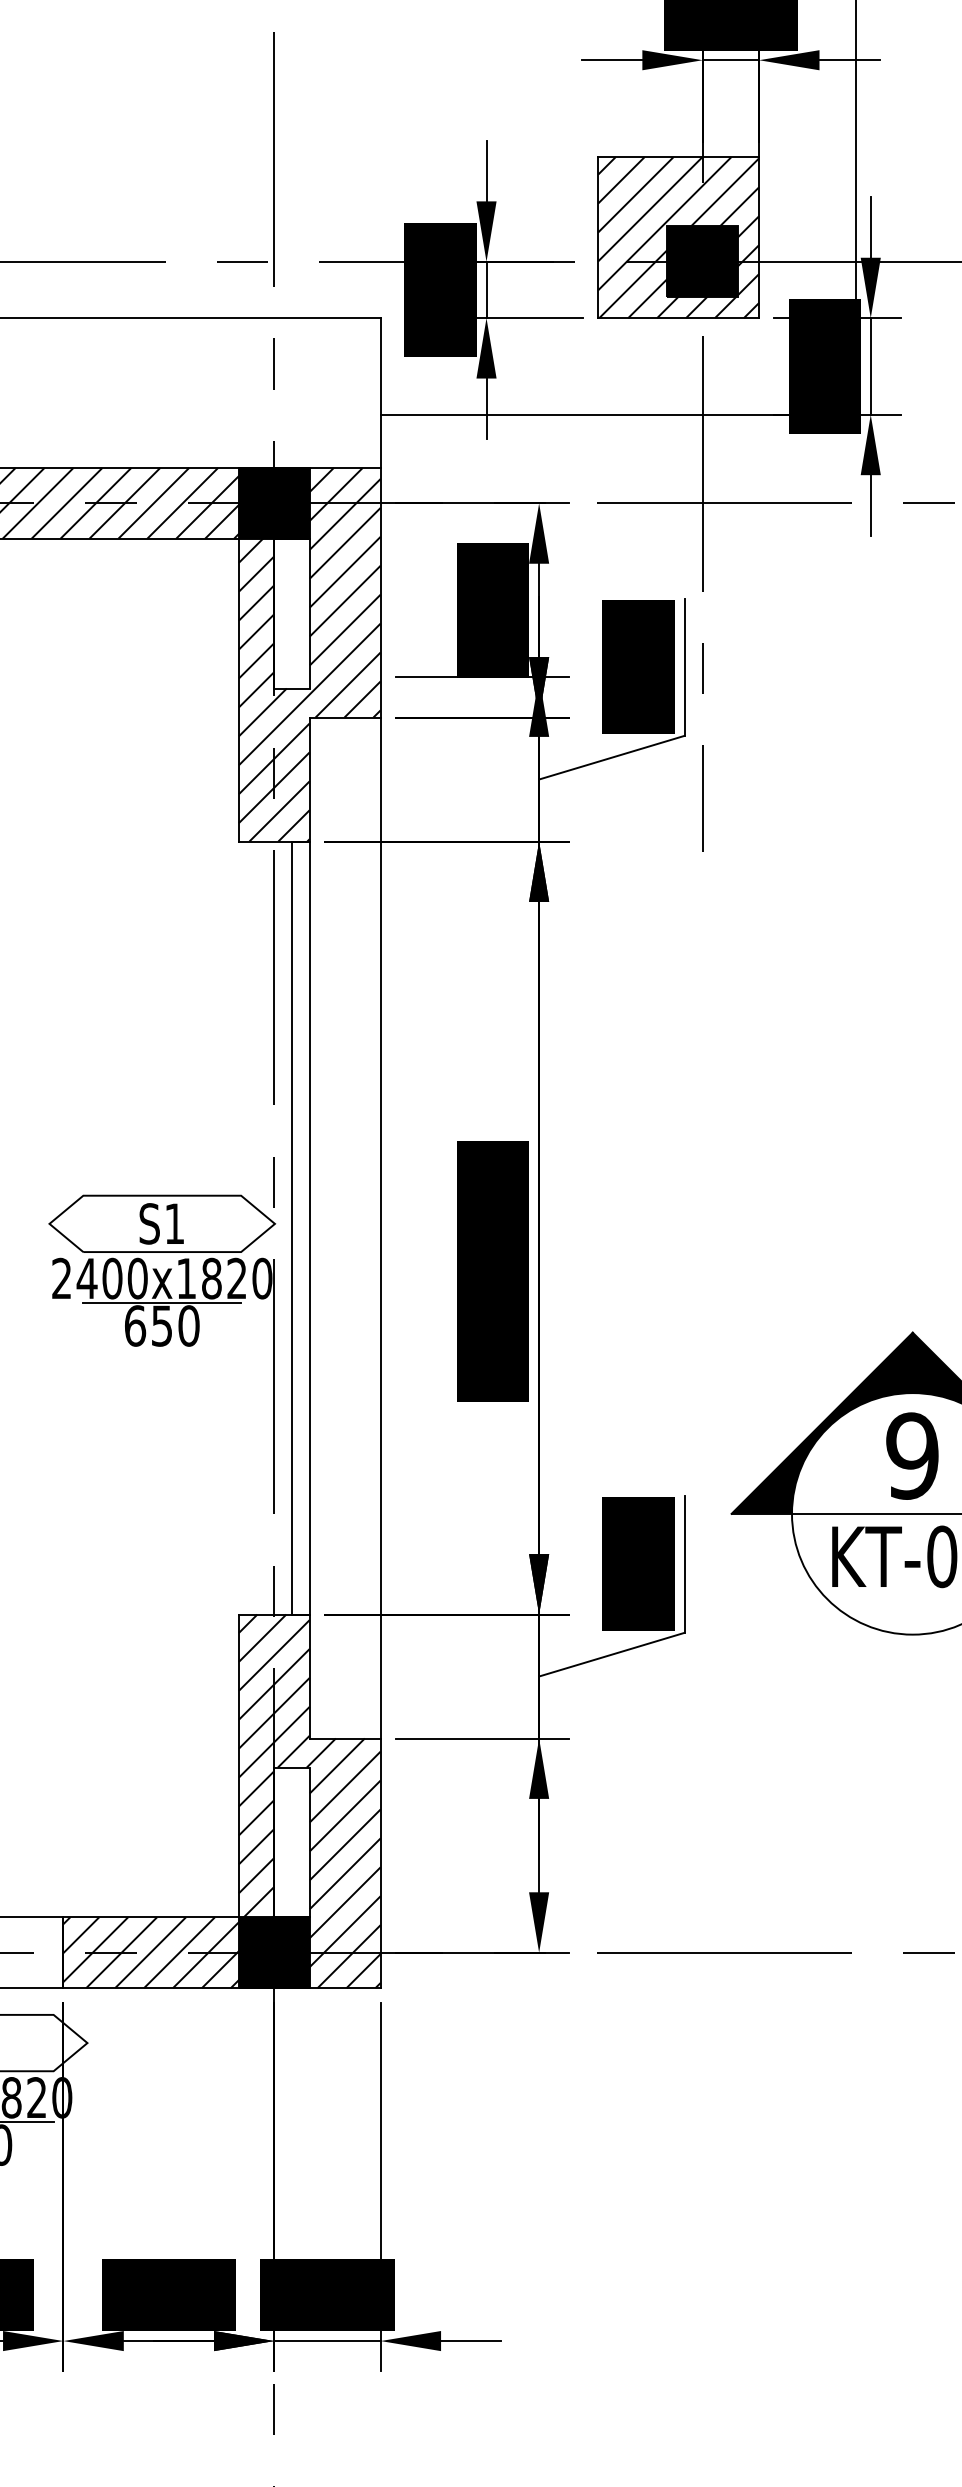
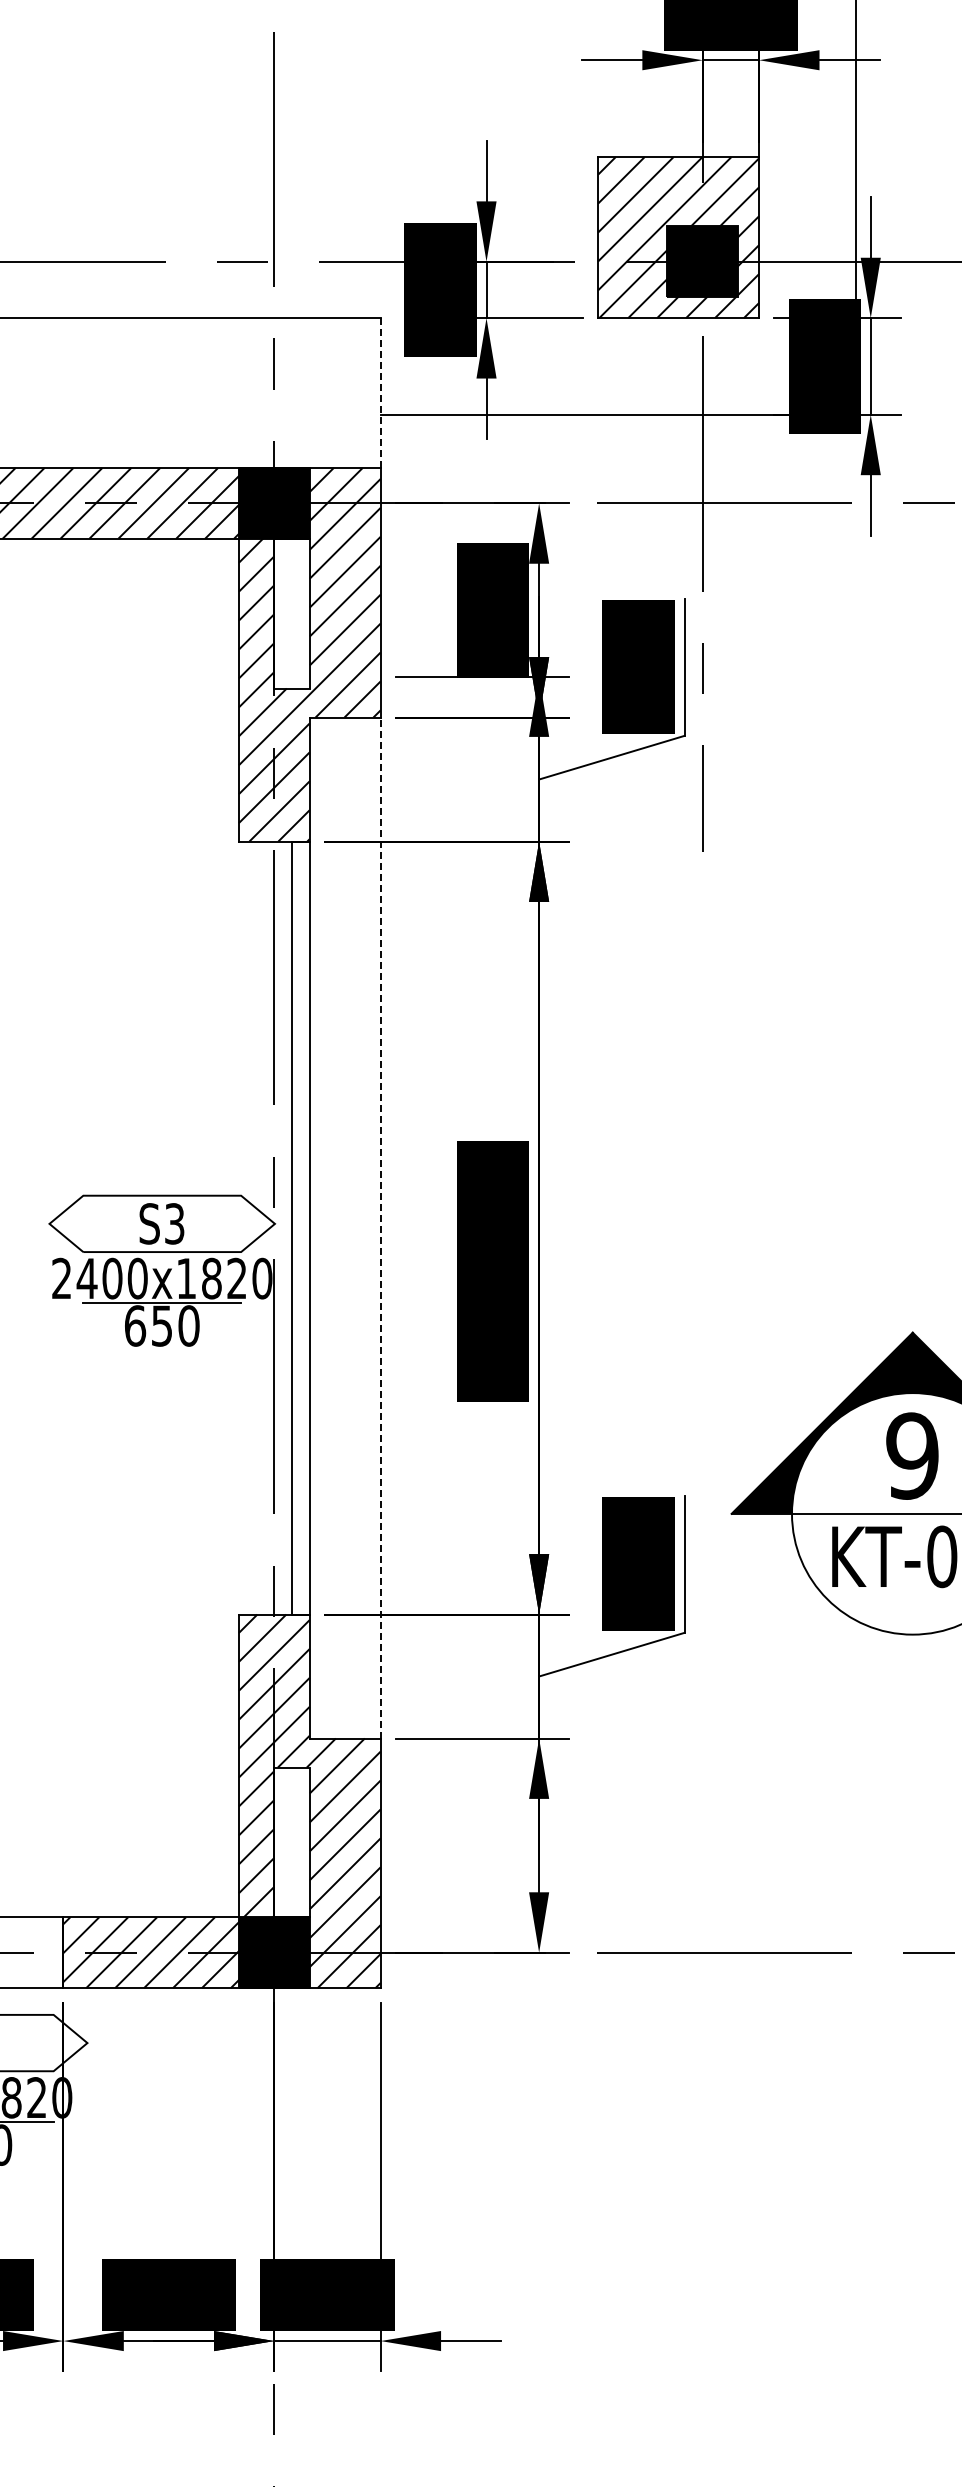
line at (380, 393): solid -> dashed
text at (174, 1223): S1 -> S3
line at (380, 1227): solid -> dashed
